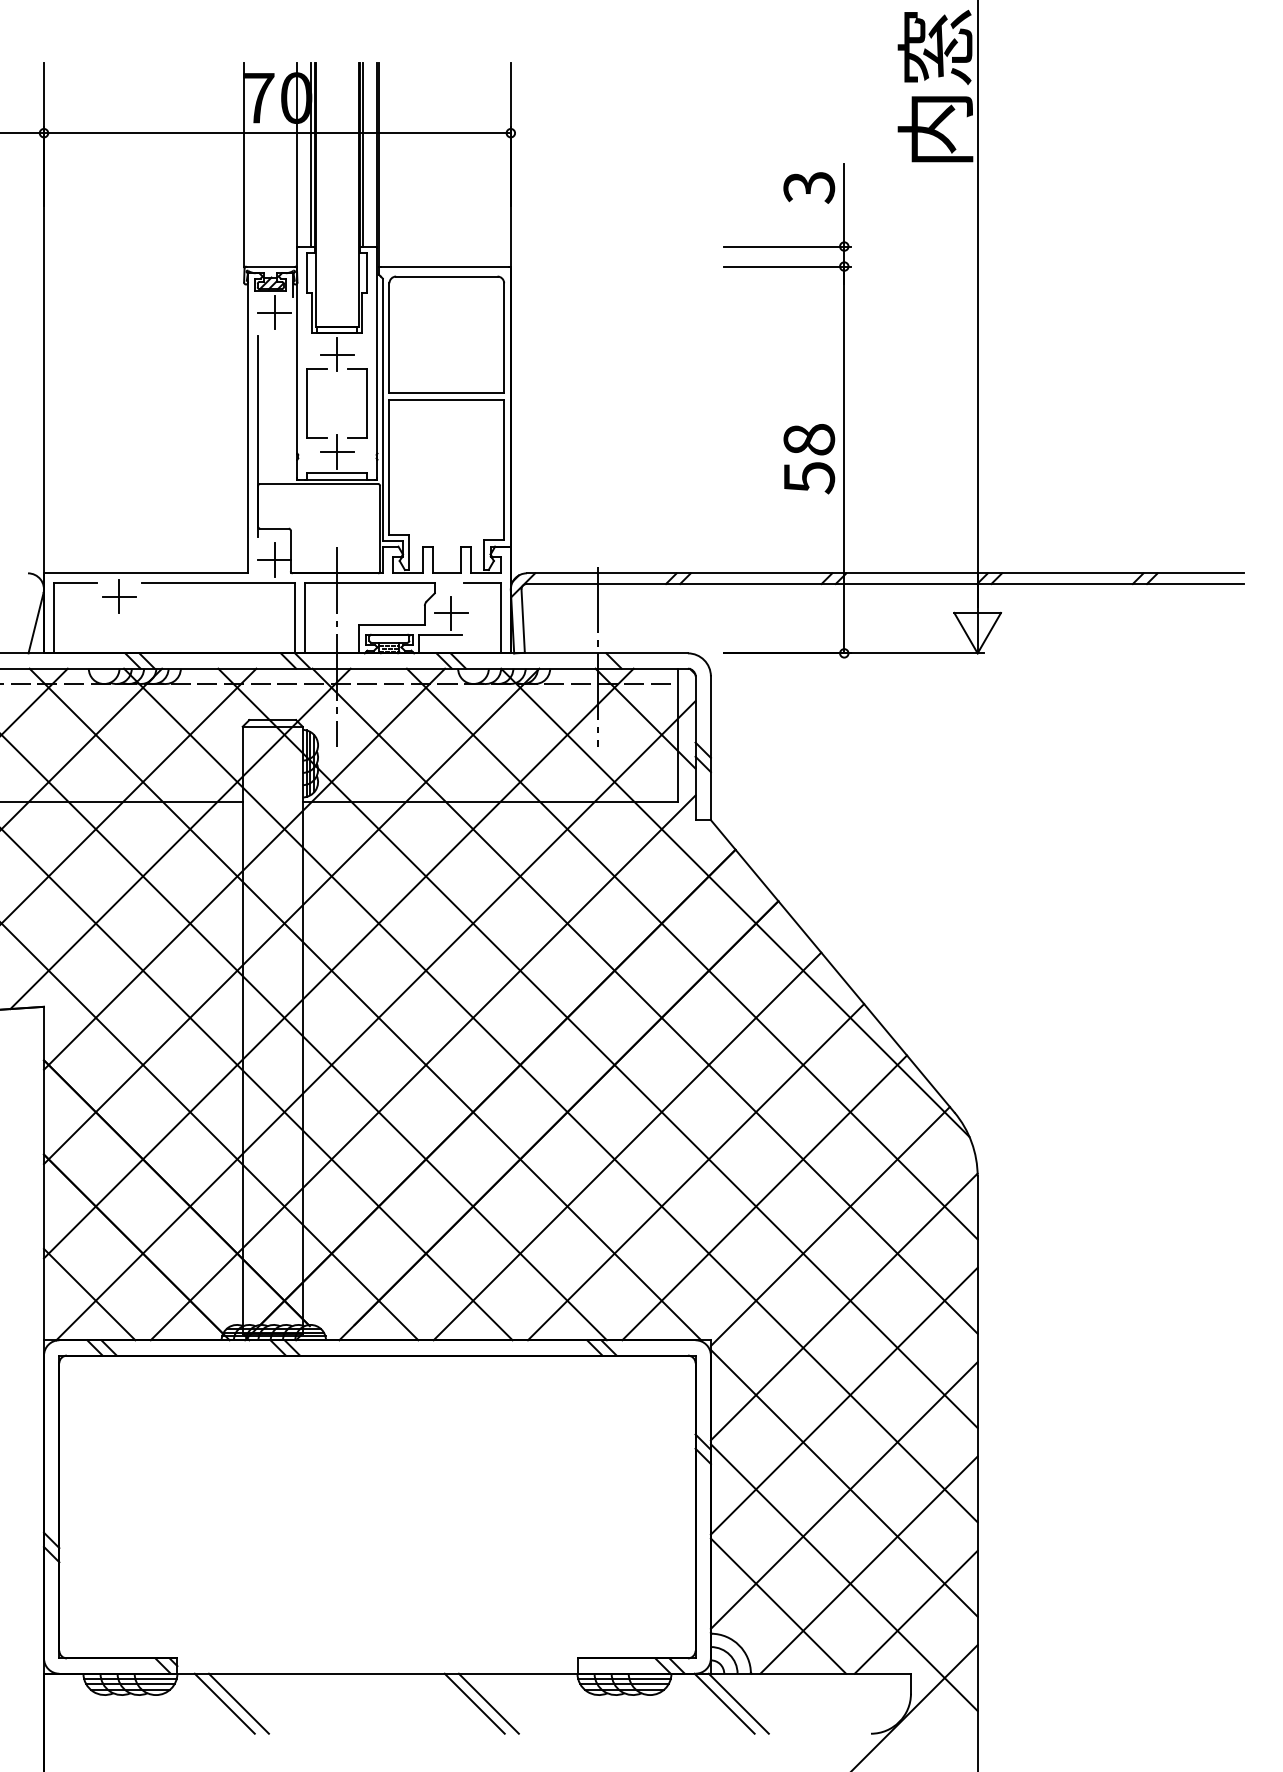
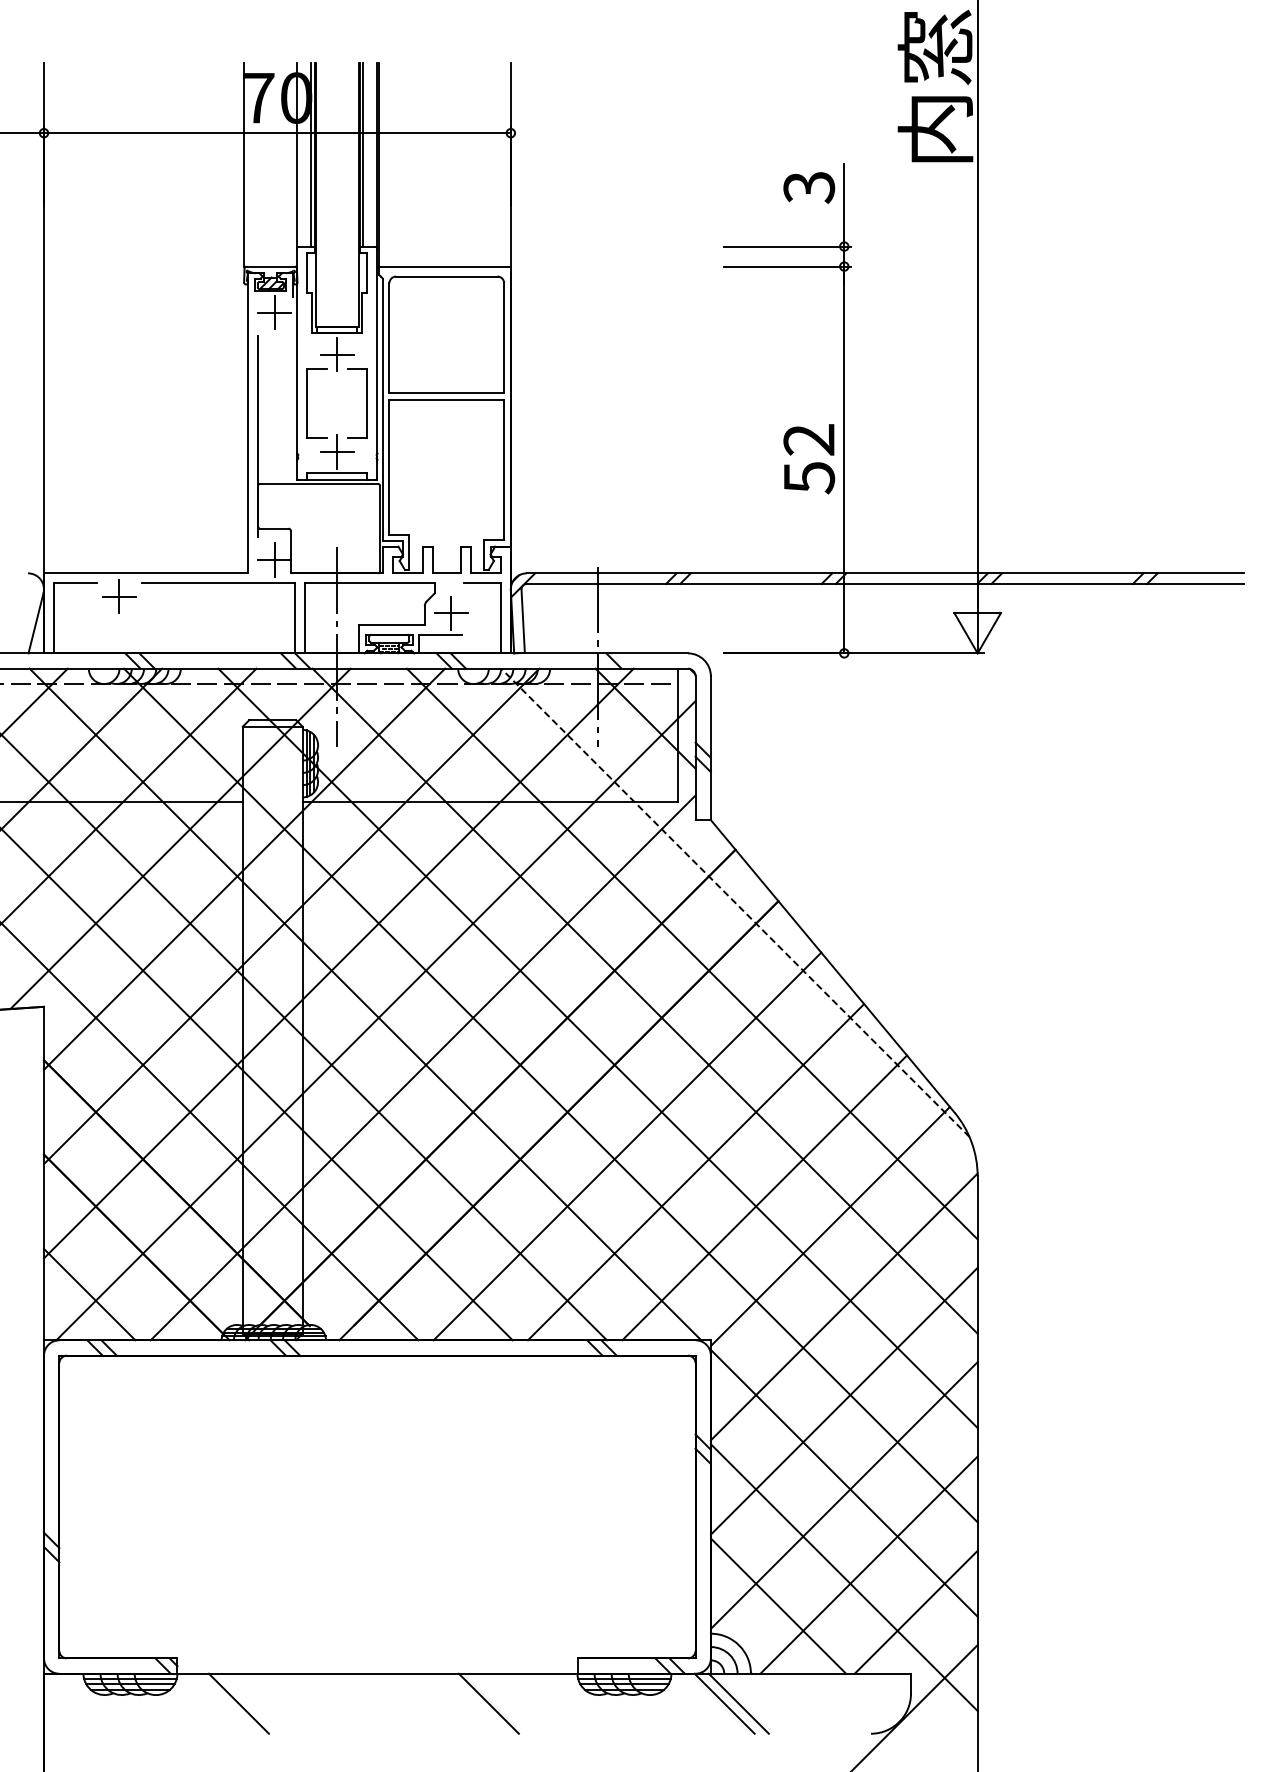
text at (809, 439): 58 -> 52
line at (735, 902): solid -> dashed
line at (224, 1703): present -> none
line at (474, 1703): present -> none
